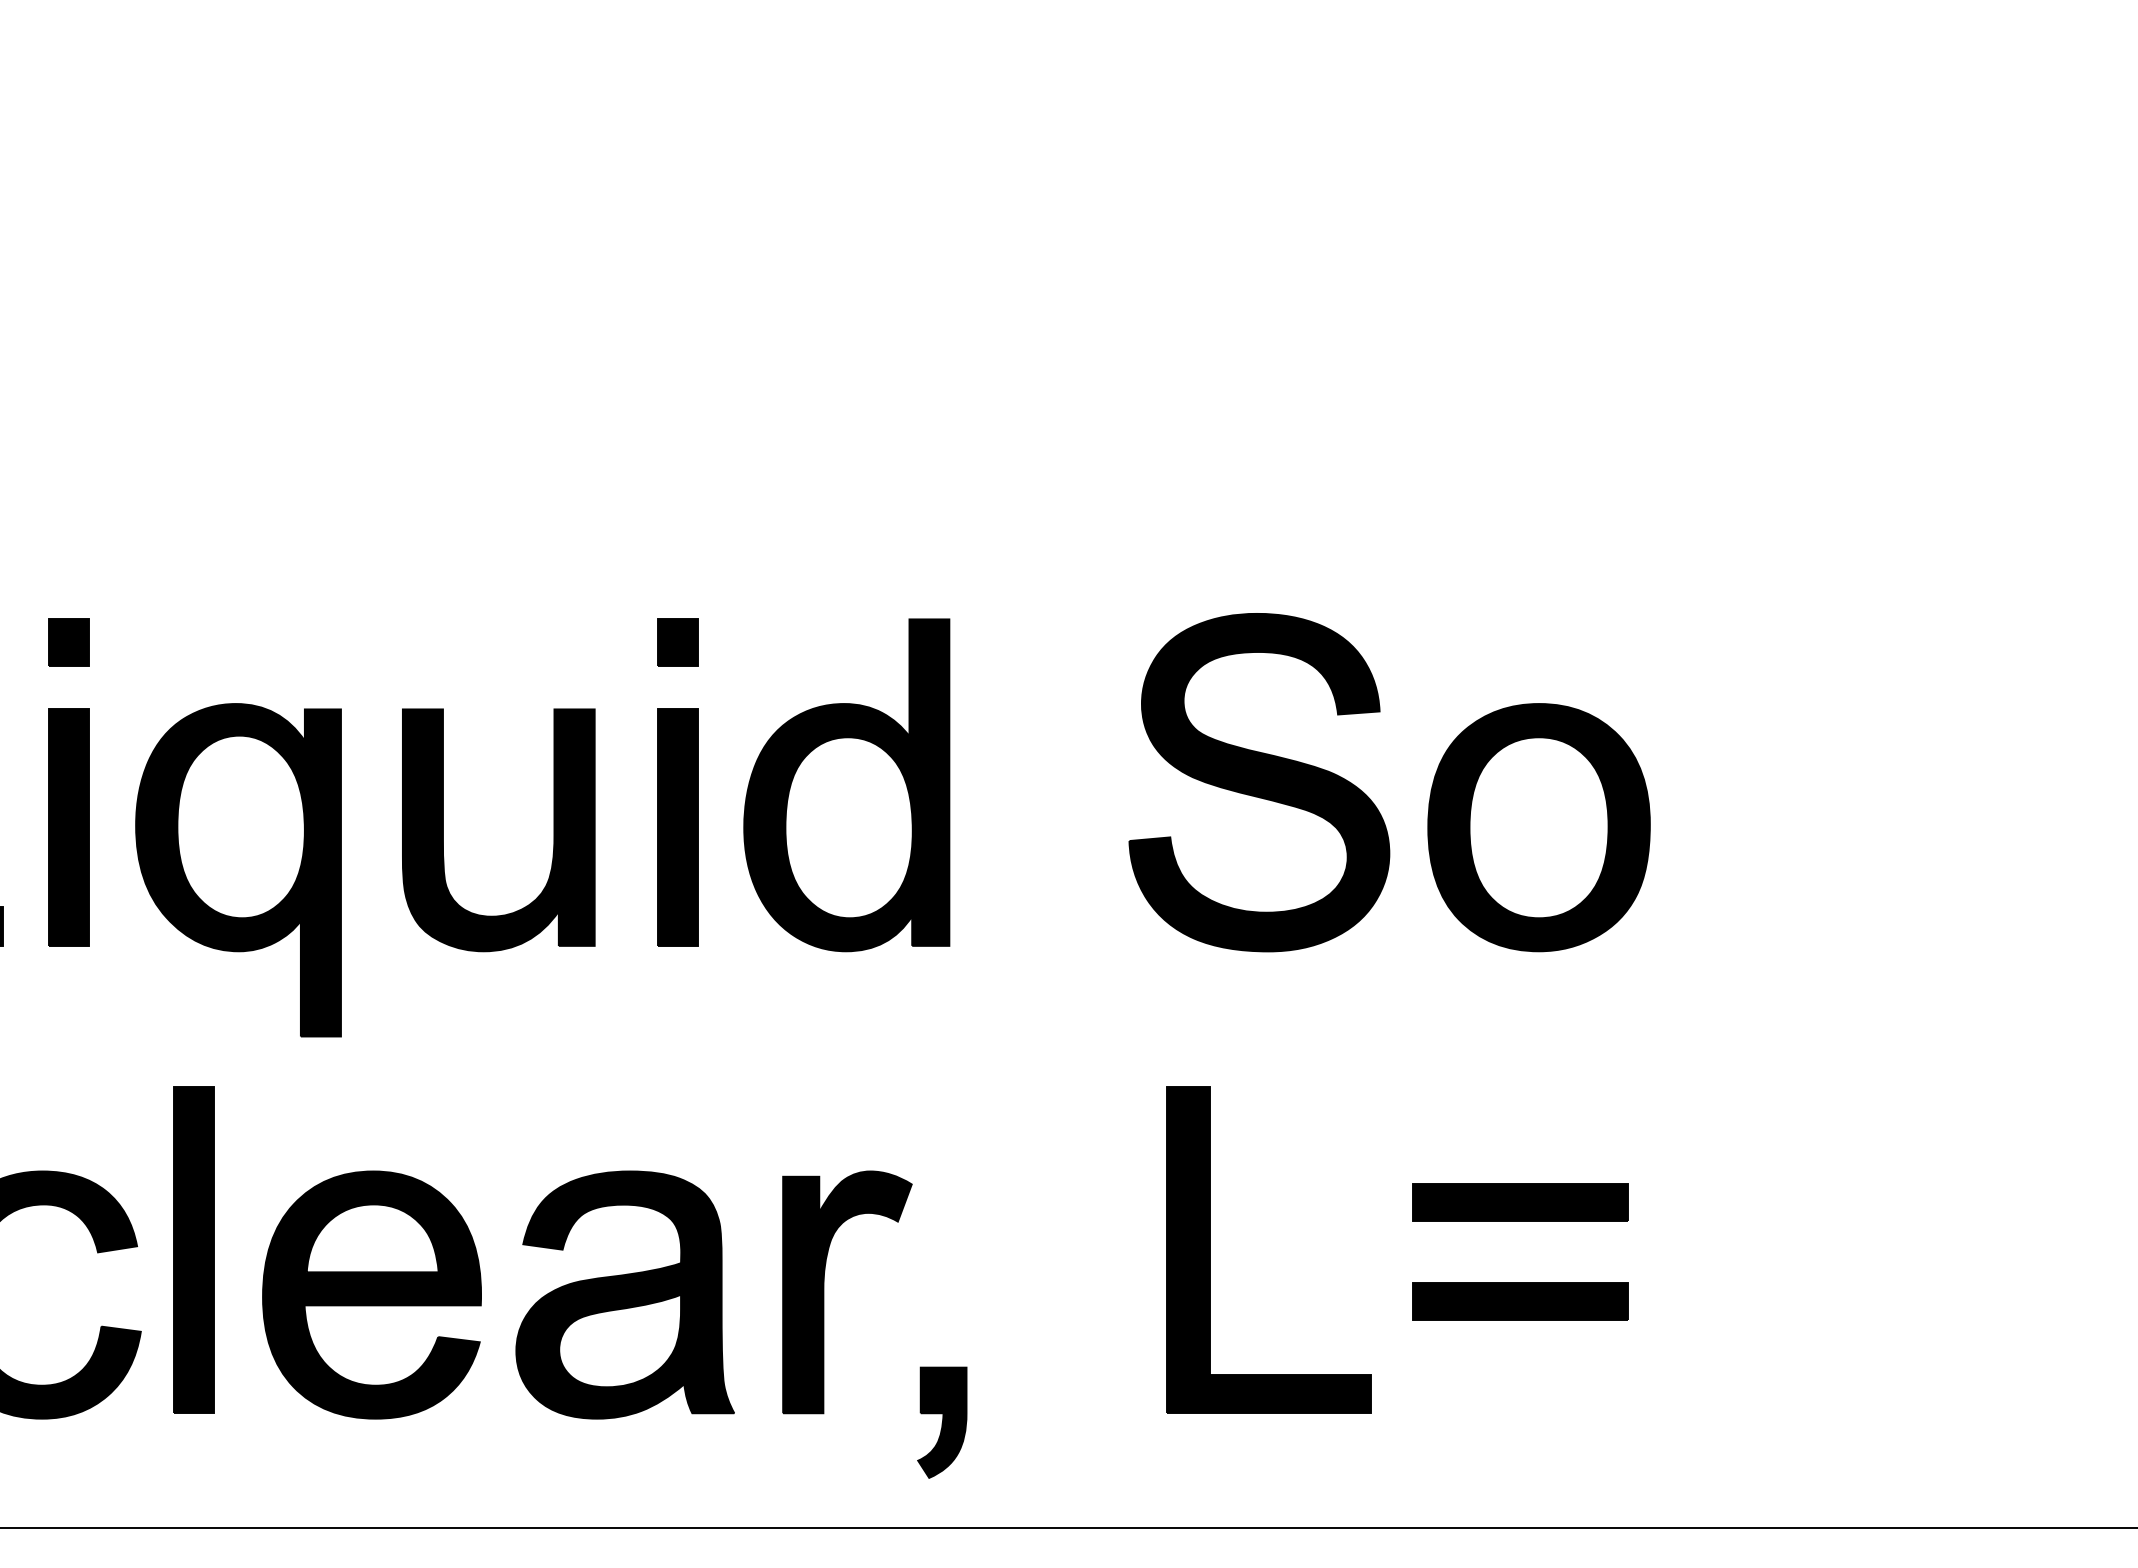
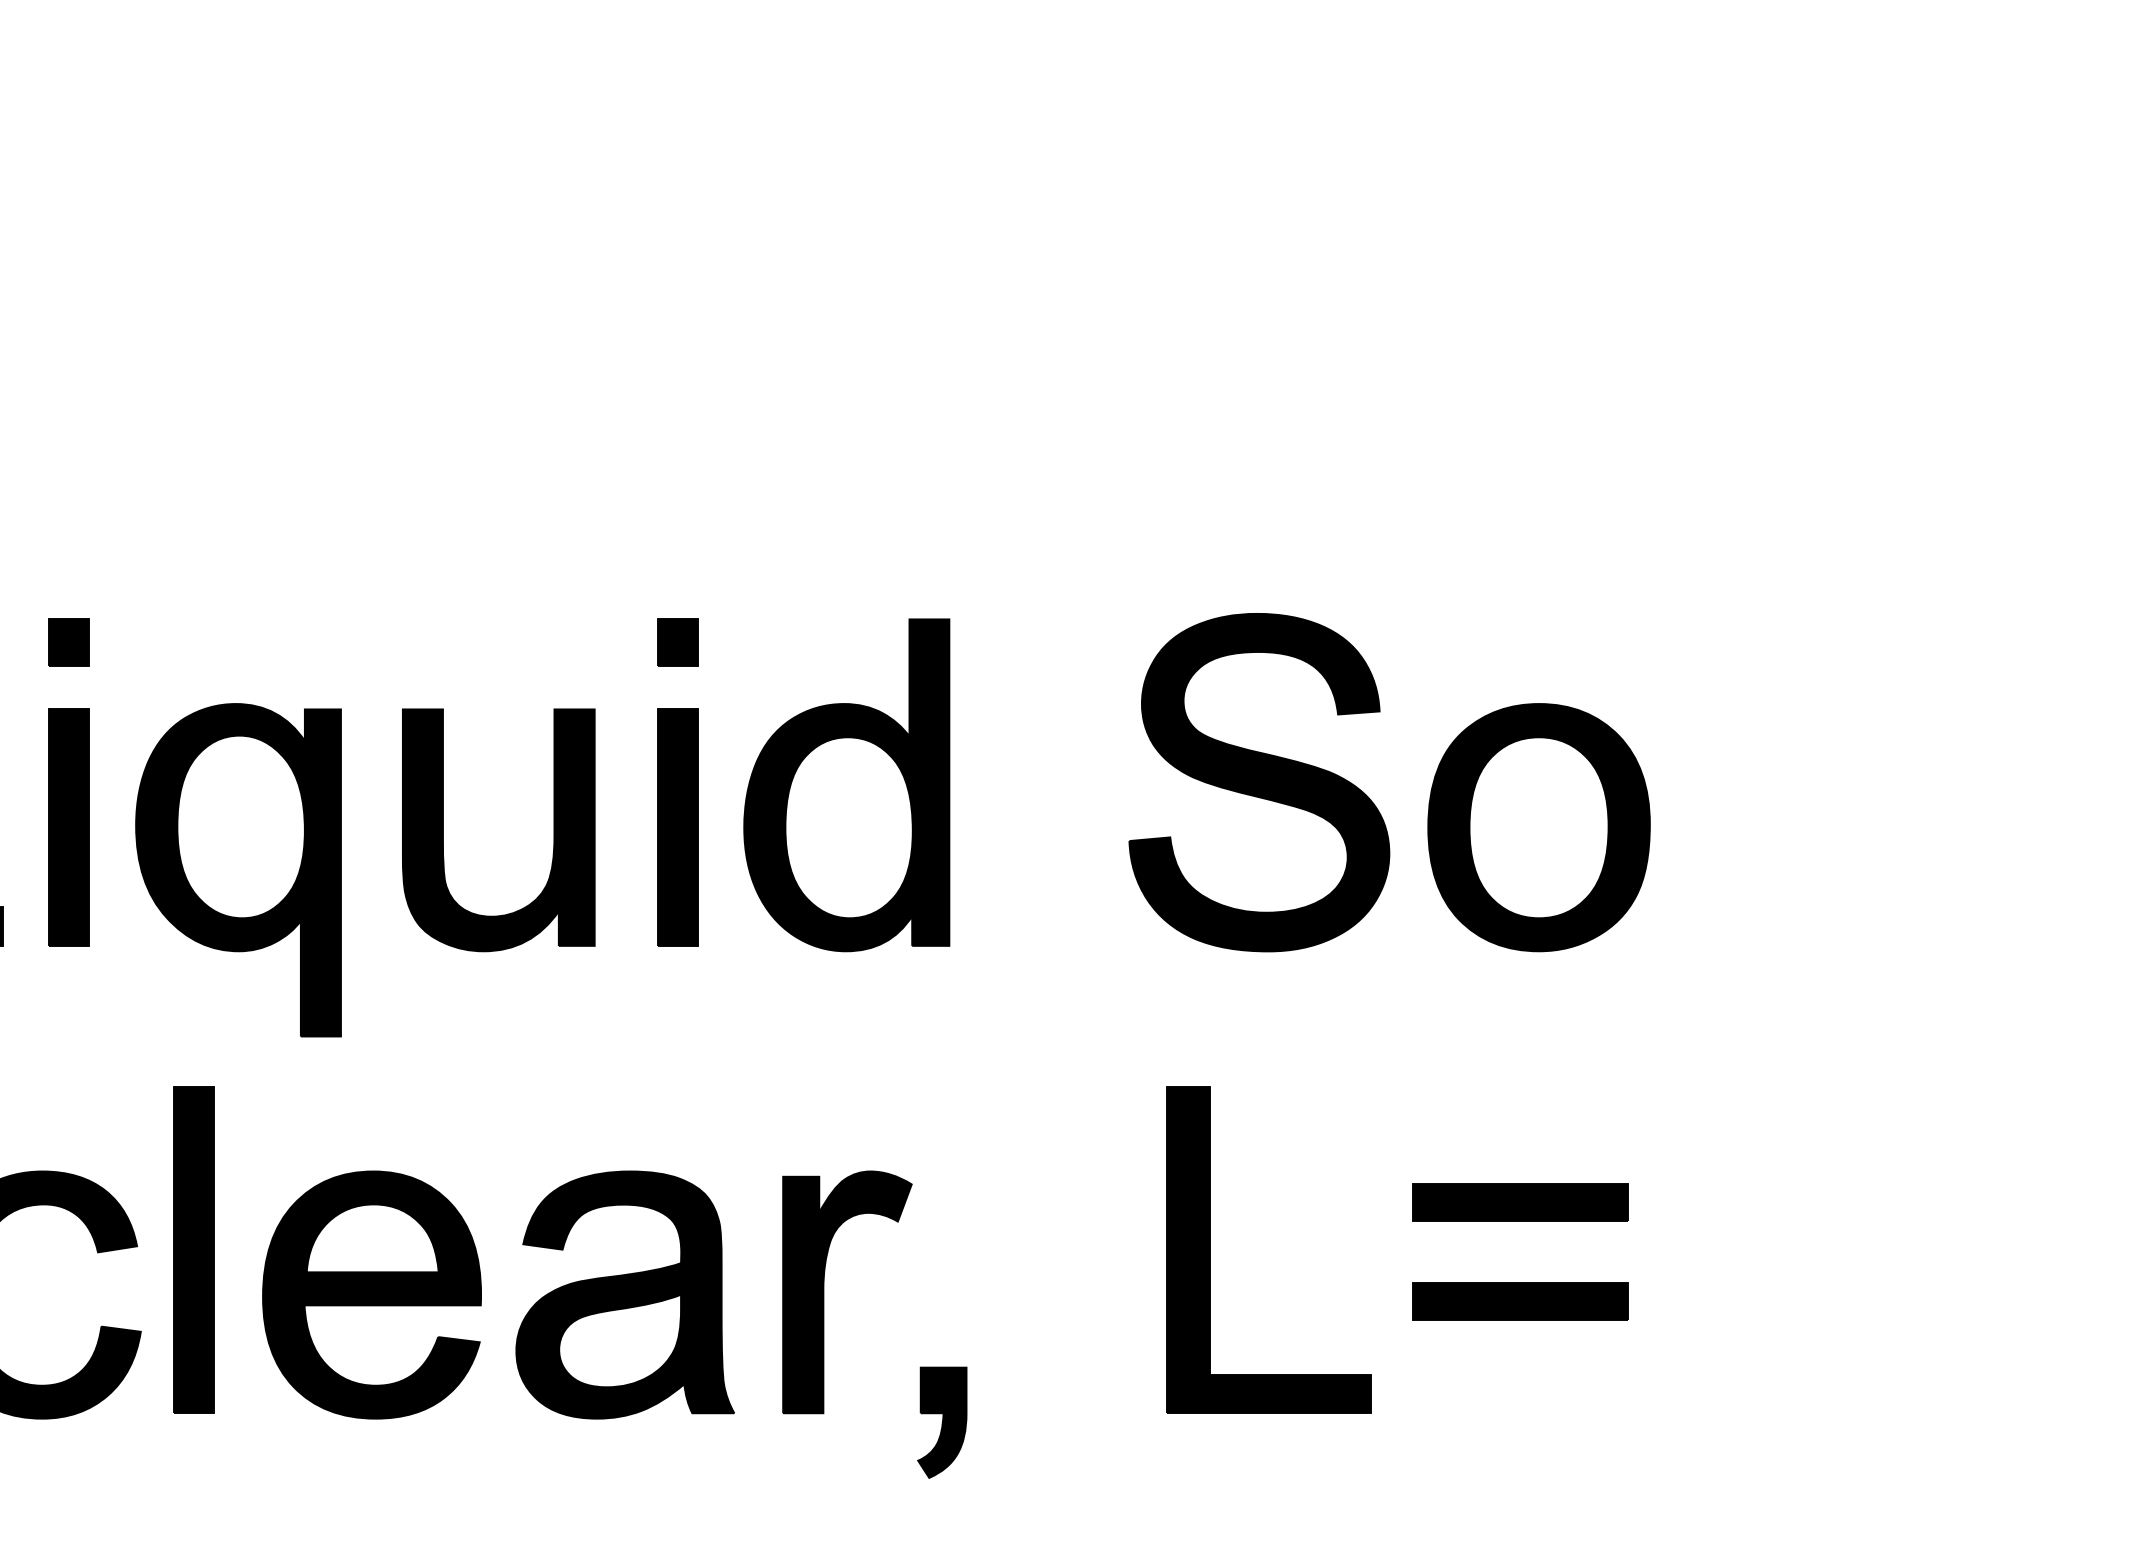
line at (1068, 1528): present -> none
